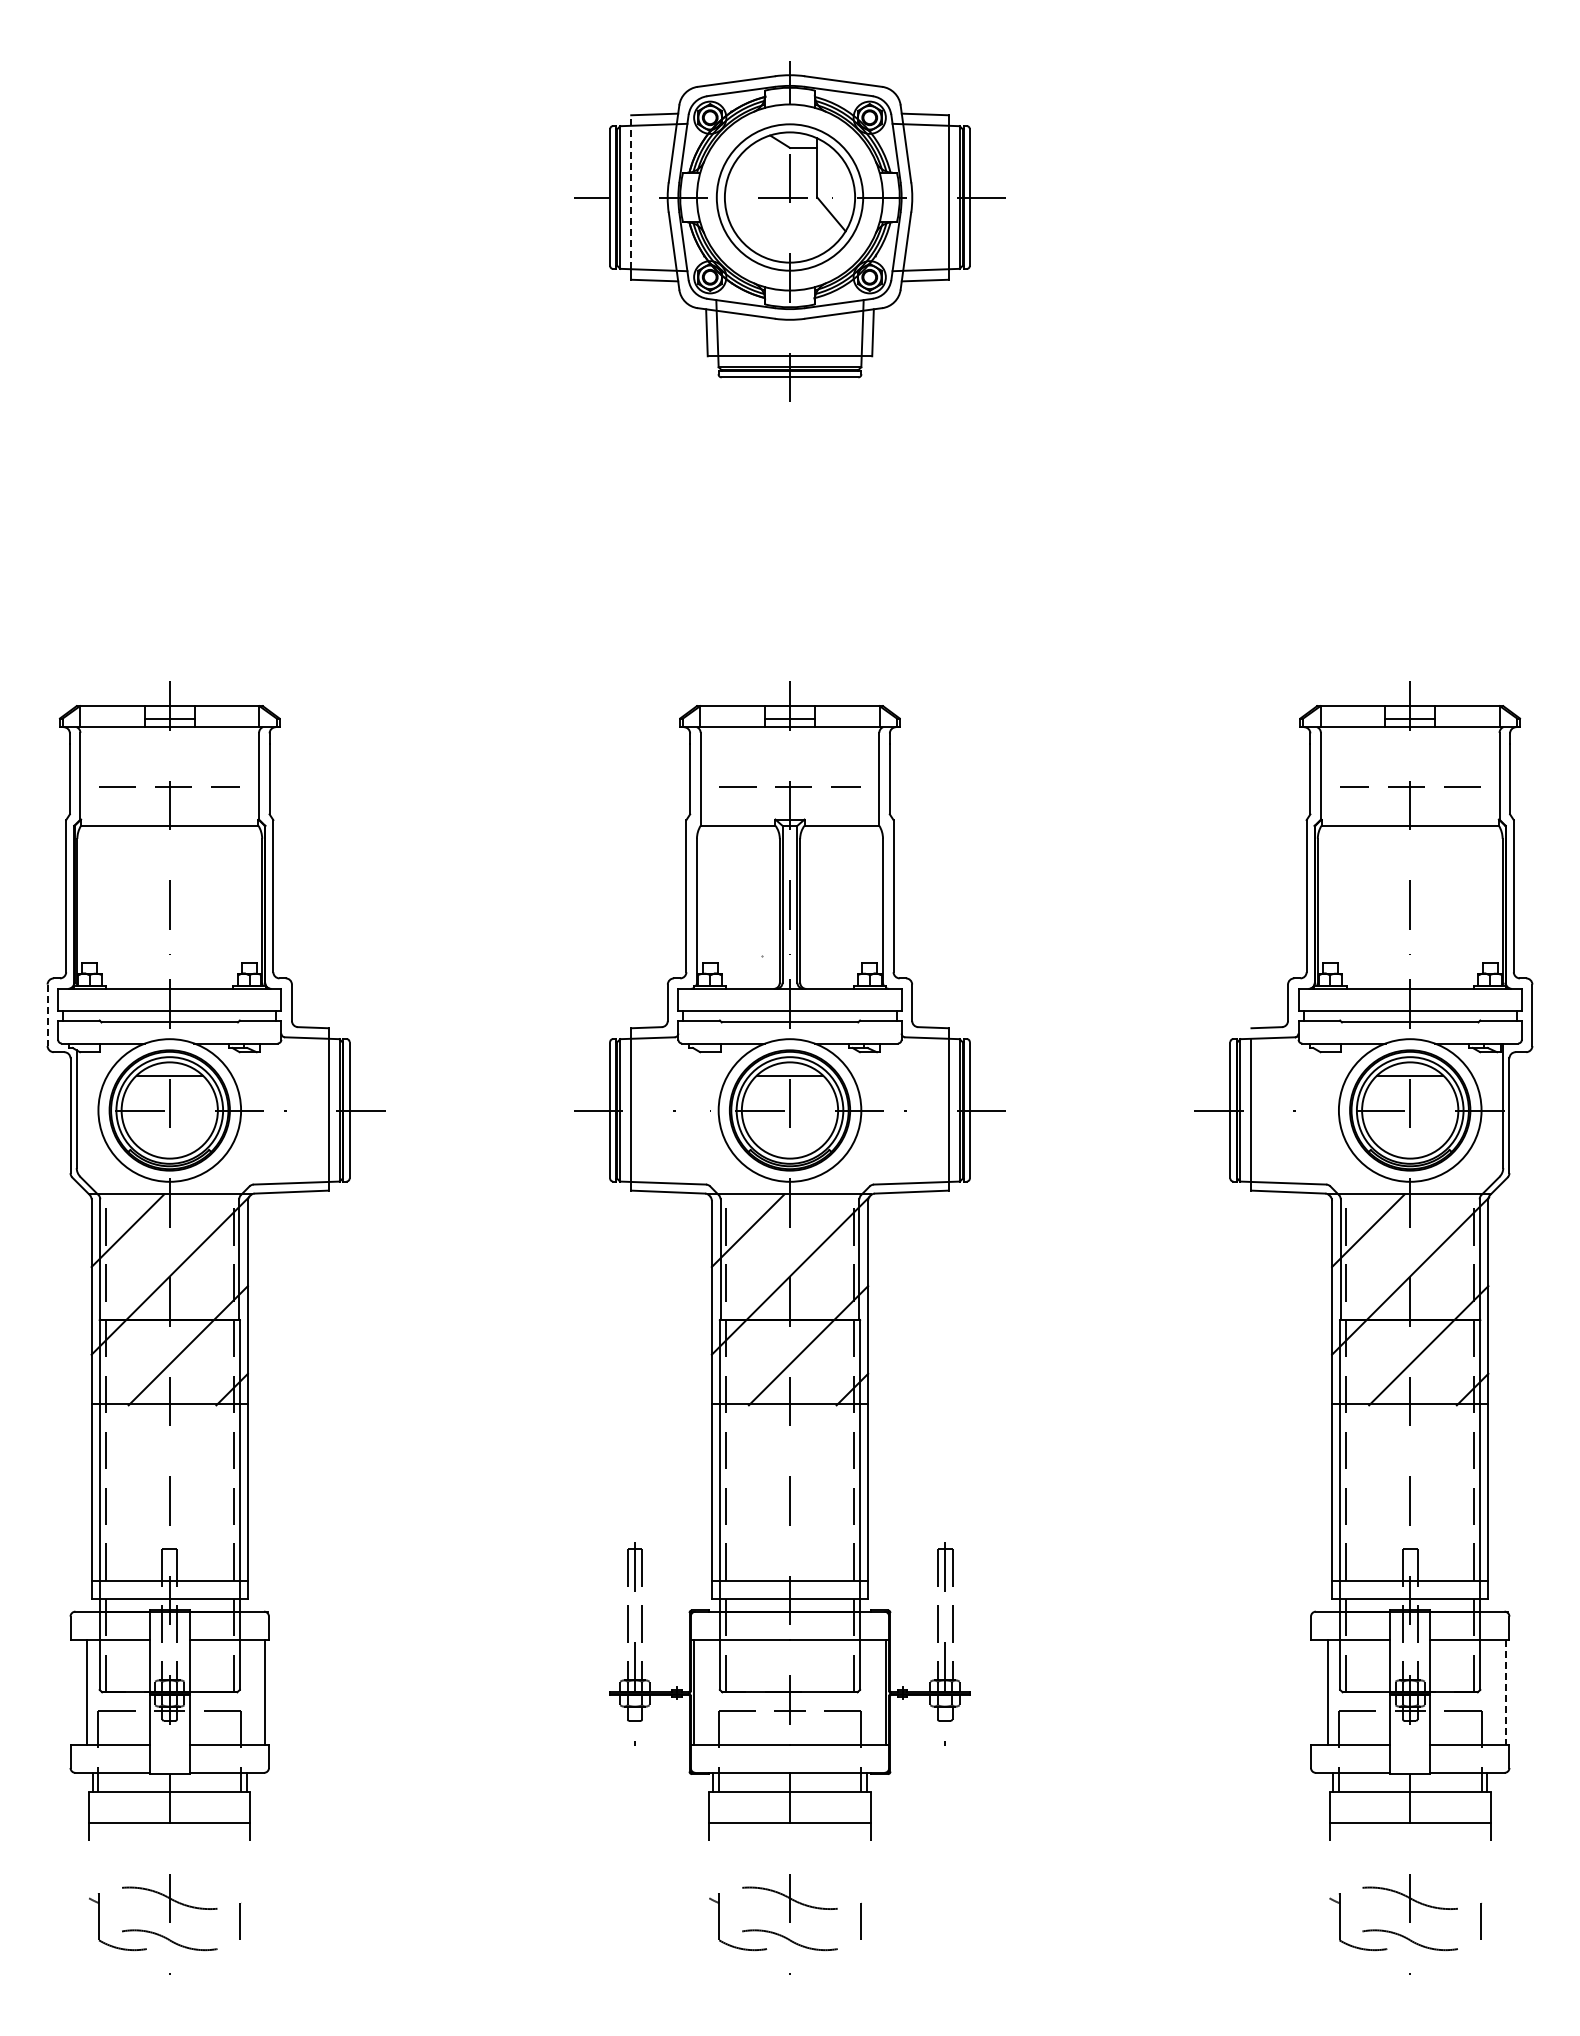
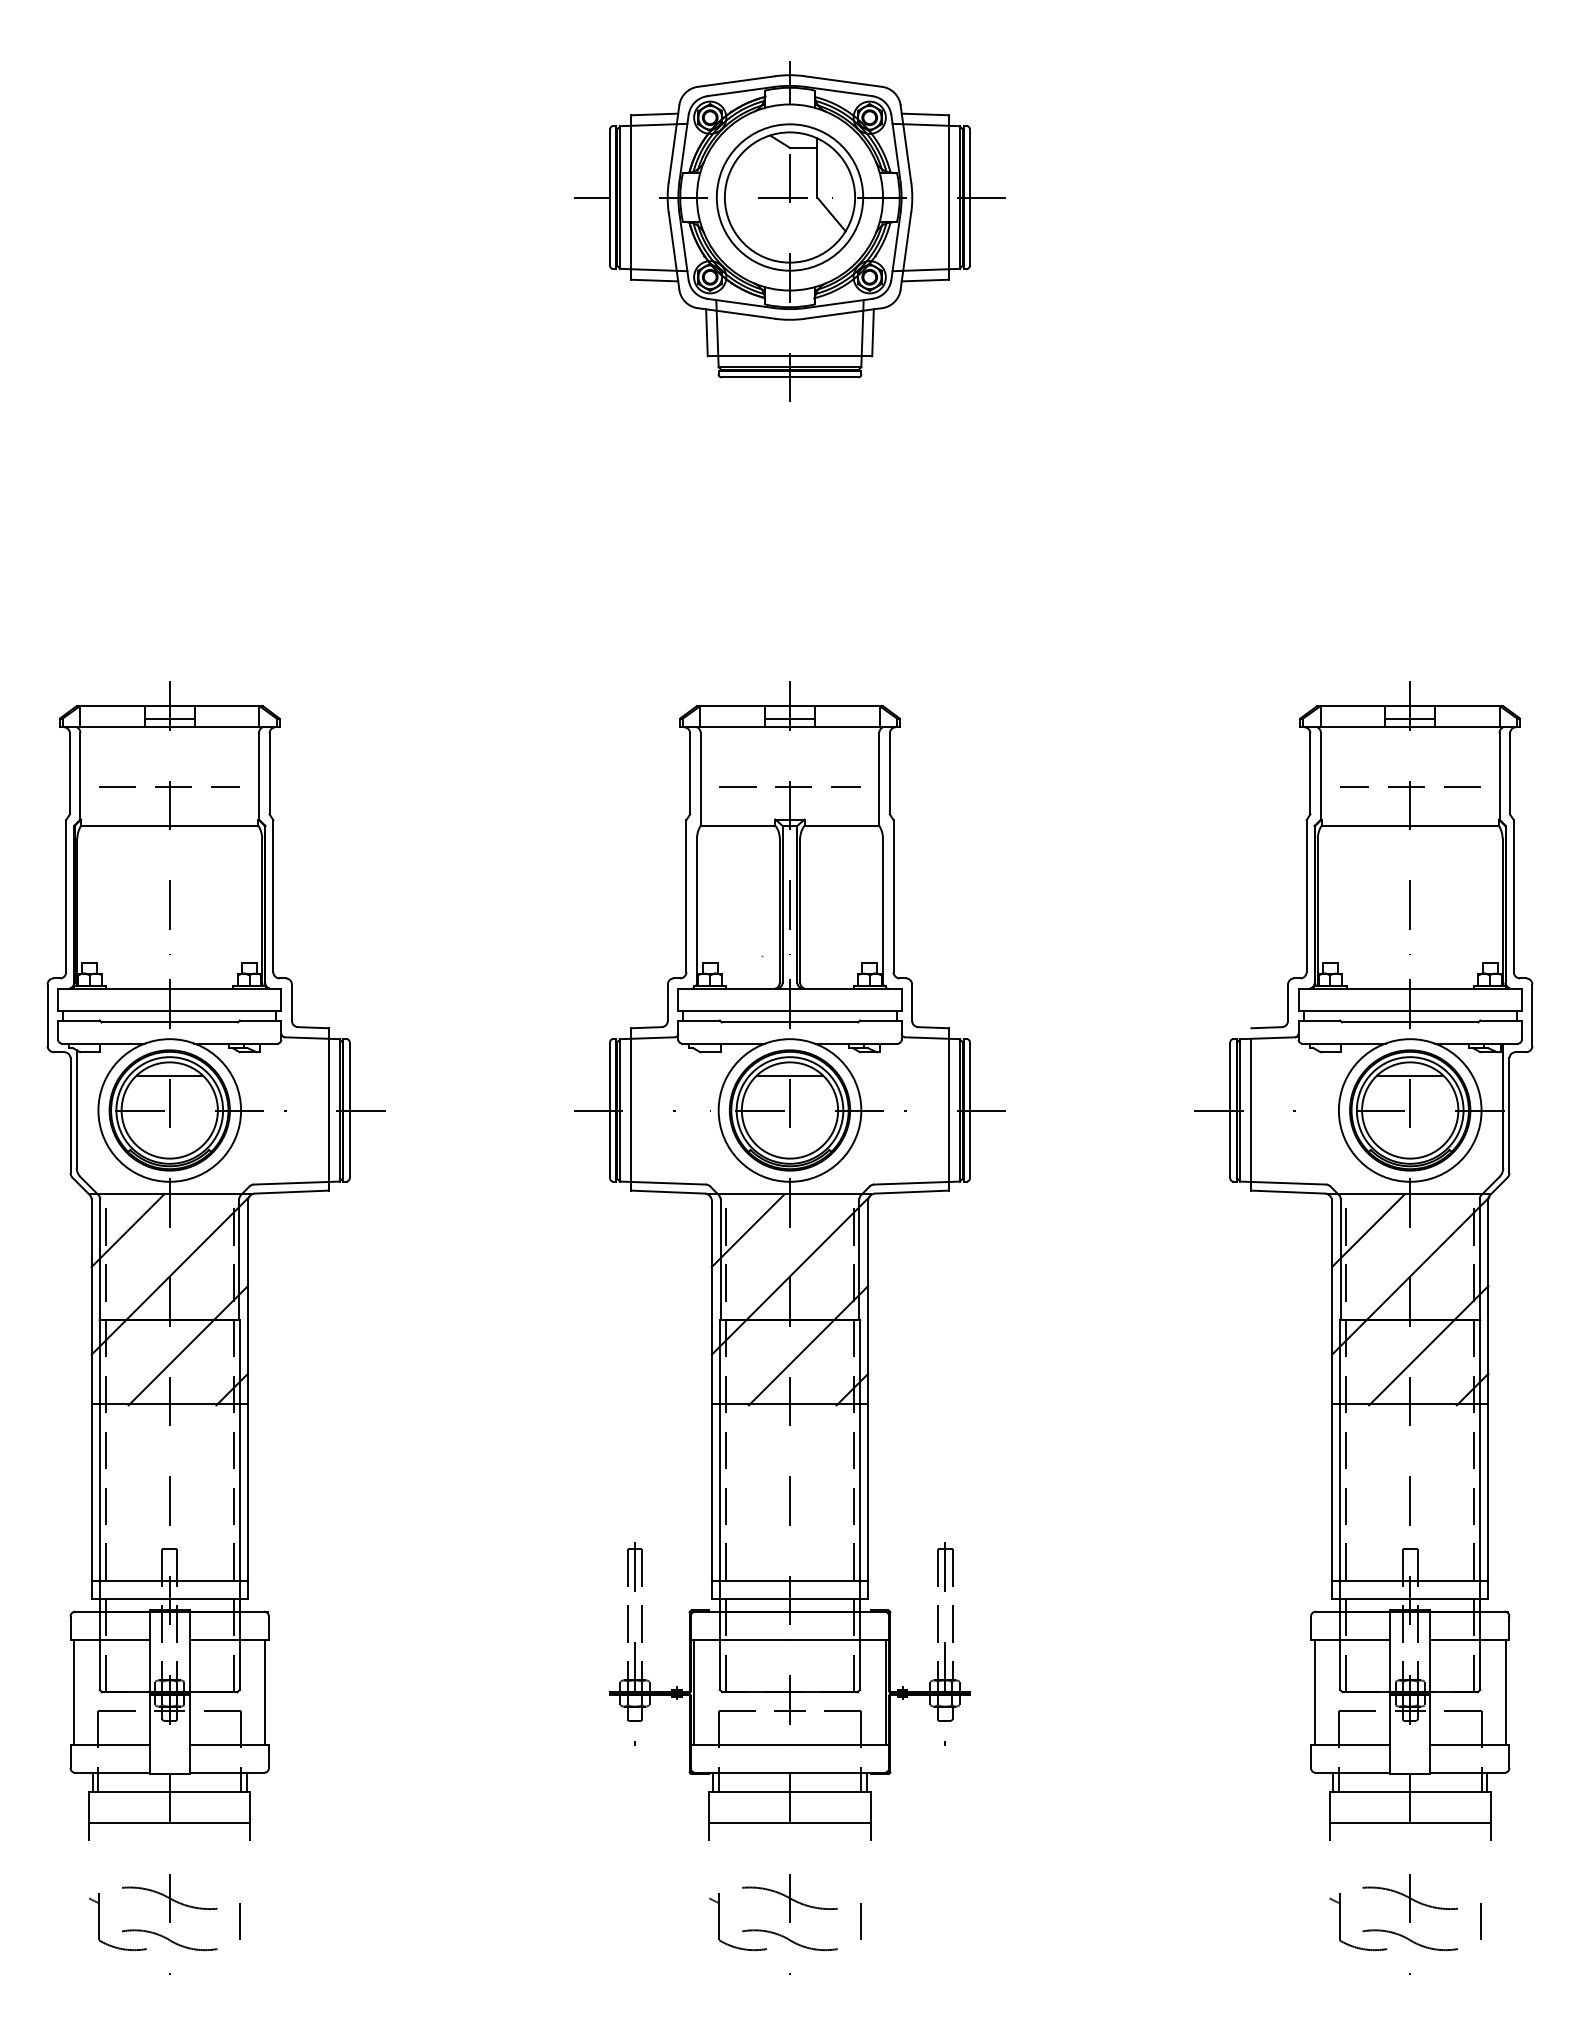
line at (631, 192): dashed -> solid
line at (47, 1015): dashed -> solid
line at (87, 1692) position: (87, 1692) -> (74, 1692)
line at (1327, 1692) position: (1327, 1692) -> (1314, 1692)
line at (1505, 1693): dashed -> solid
